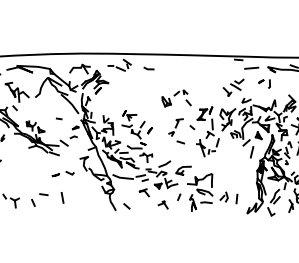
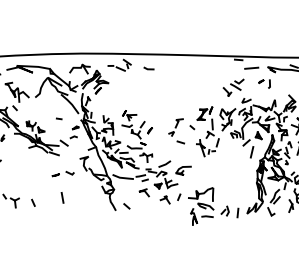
part at (176, 98): present -> none
part at (212, 192) position: (212, 192) -> (213, 206)
line at (43, 194): present -> none
part at (162, 204) position: (162, 204) -> (164, 199)
